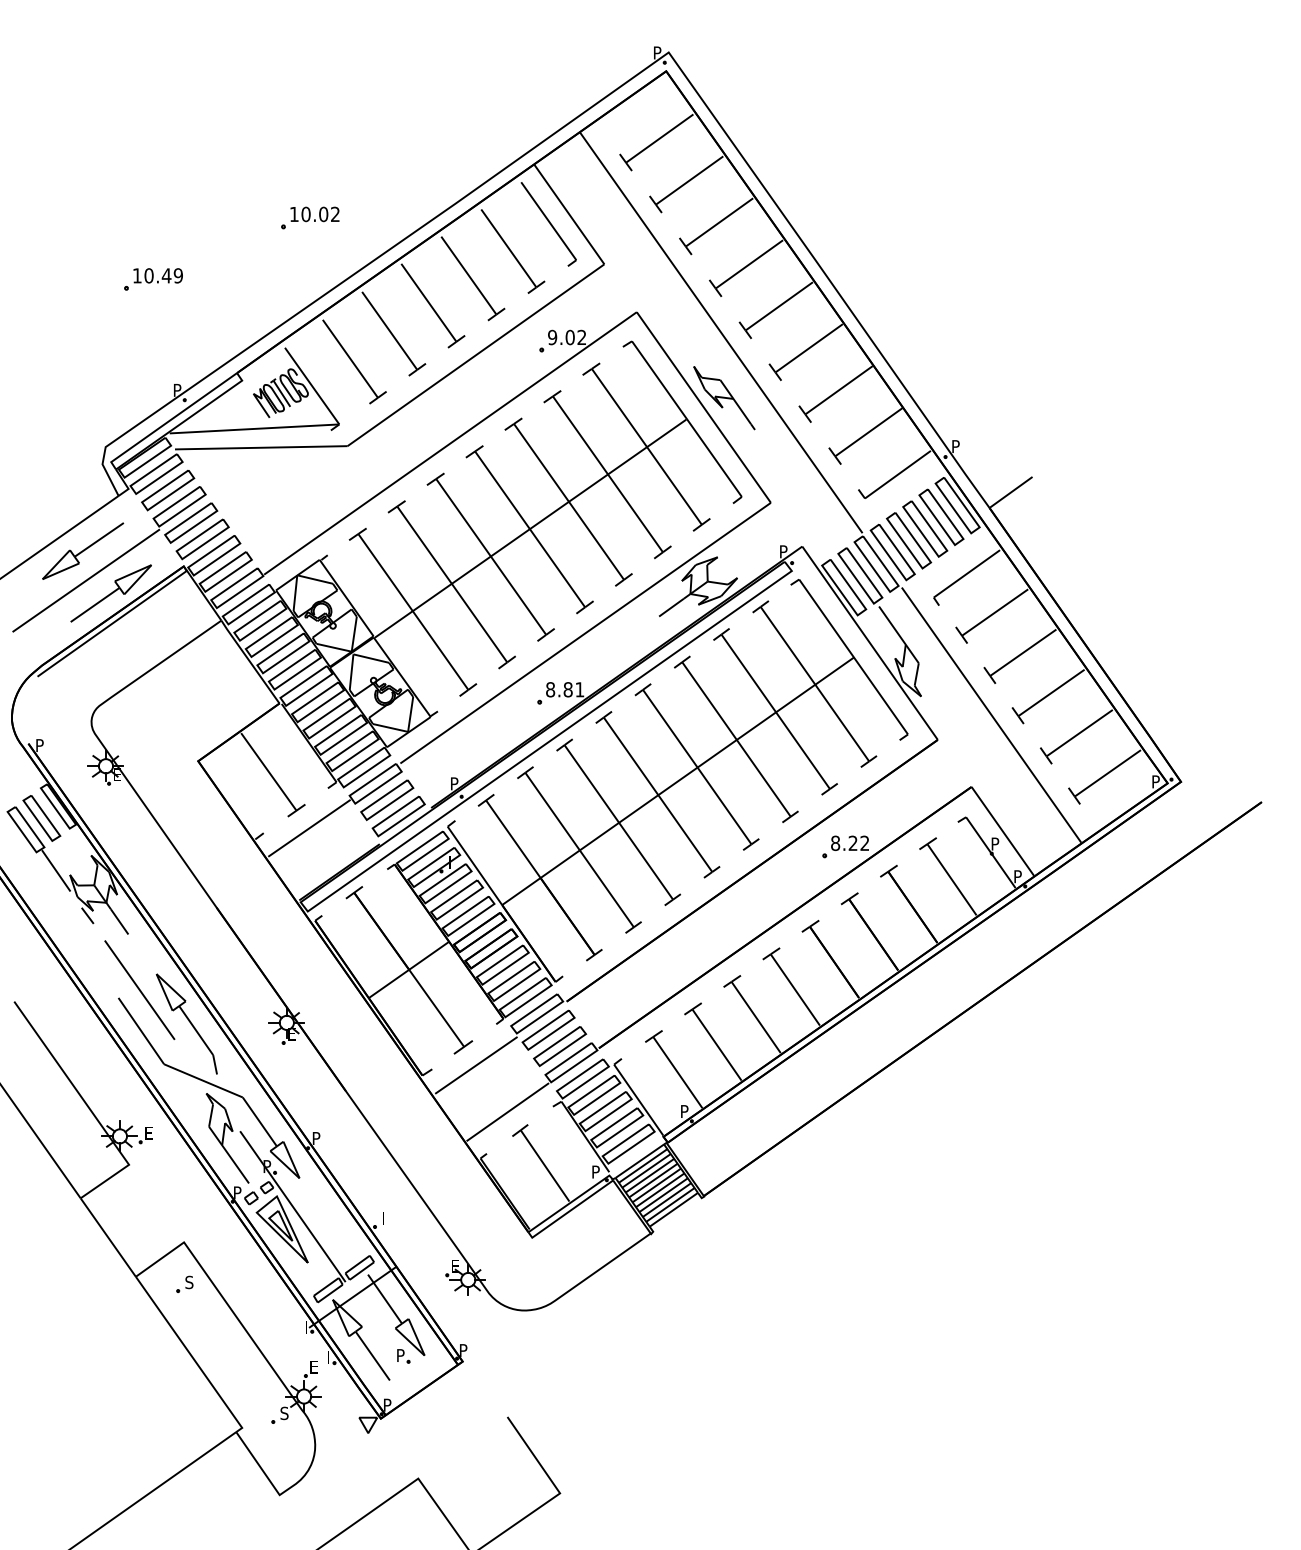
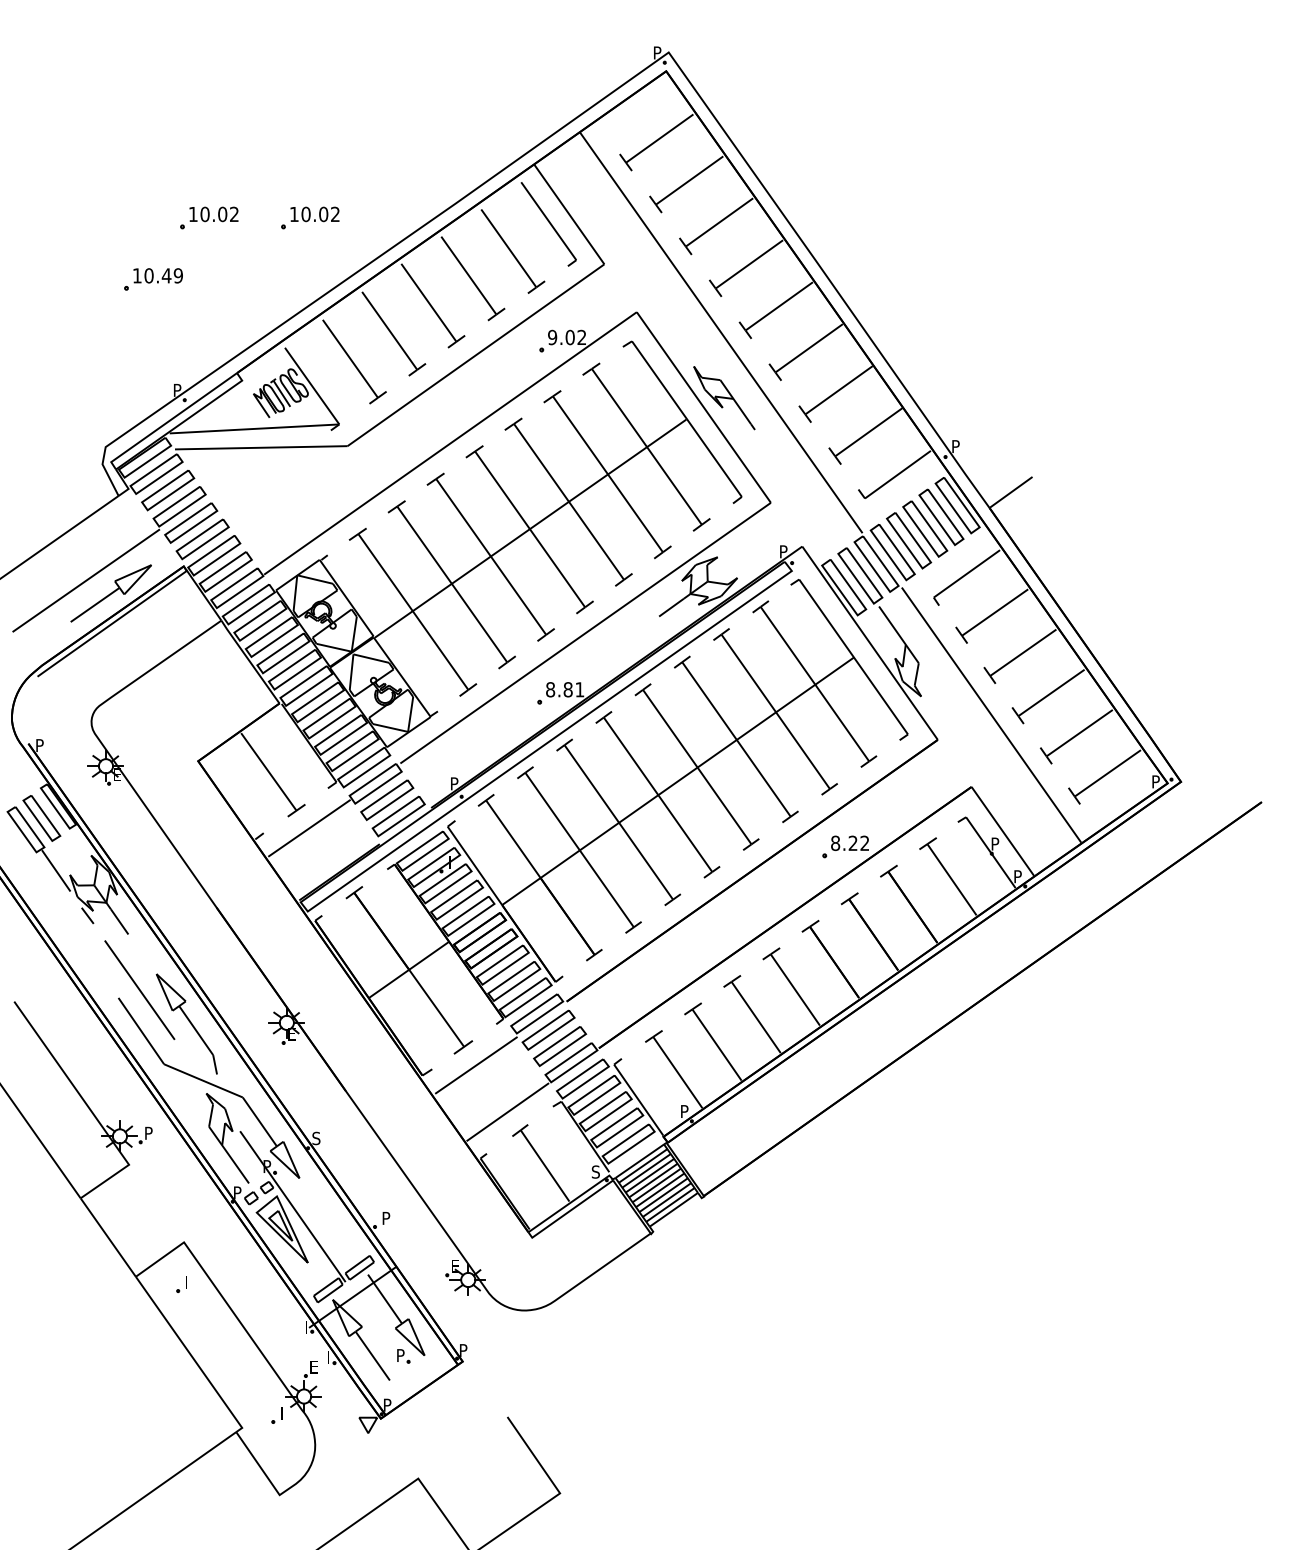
part at (209, 217): none -> present
part at (83, 550): present -> none
text at (148, 1132): E -> P
text at (316, 1138): P -> S
text at (595, 1171): P -> S
text at (386, 1218): I -> P
text at (189, 1282): S -> I
text at (284, 1413): S -> I
